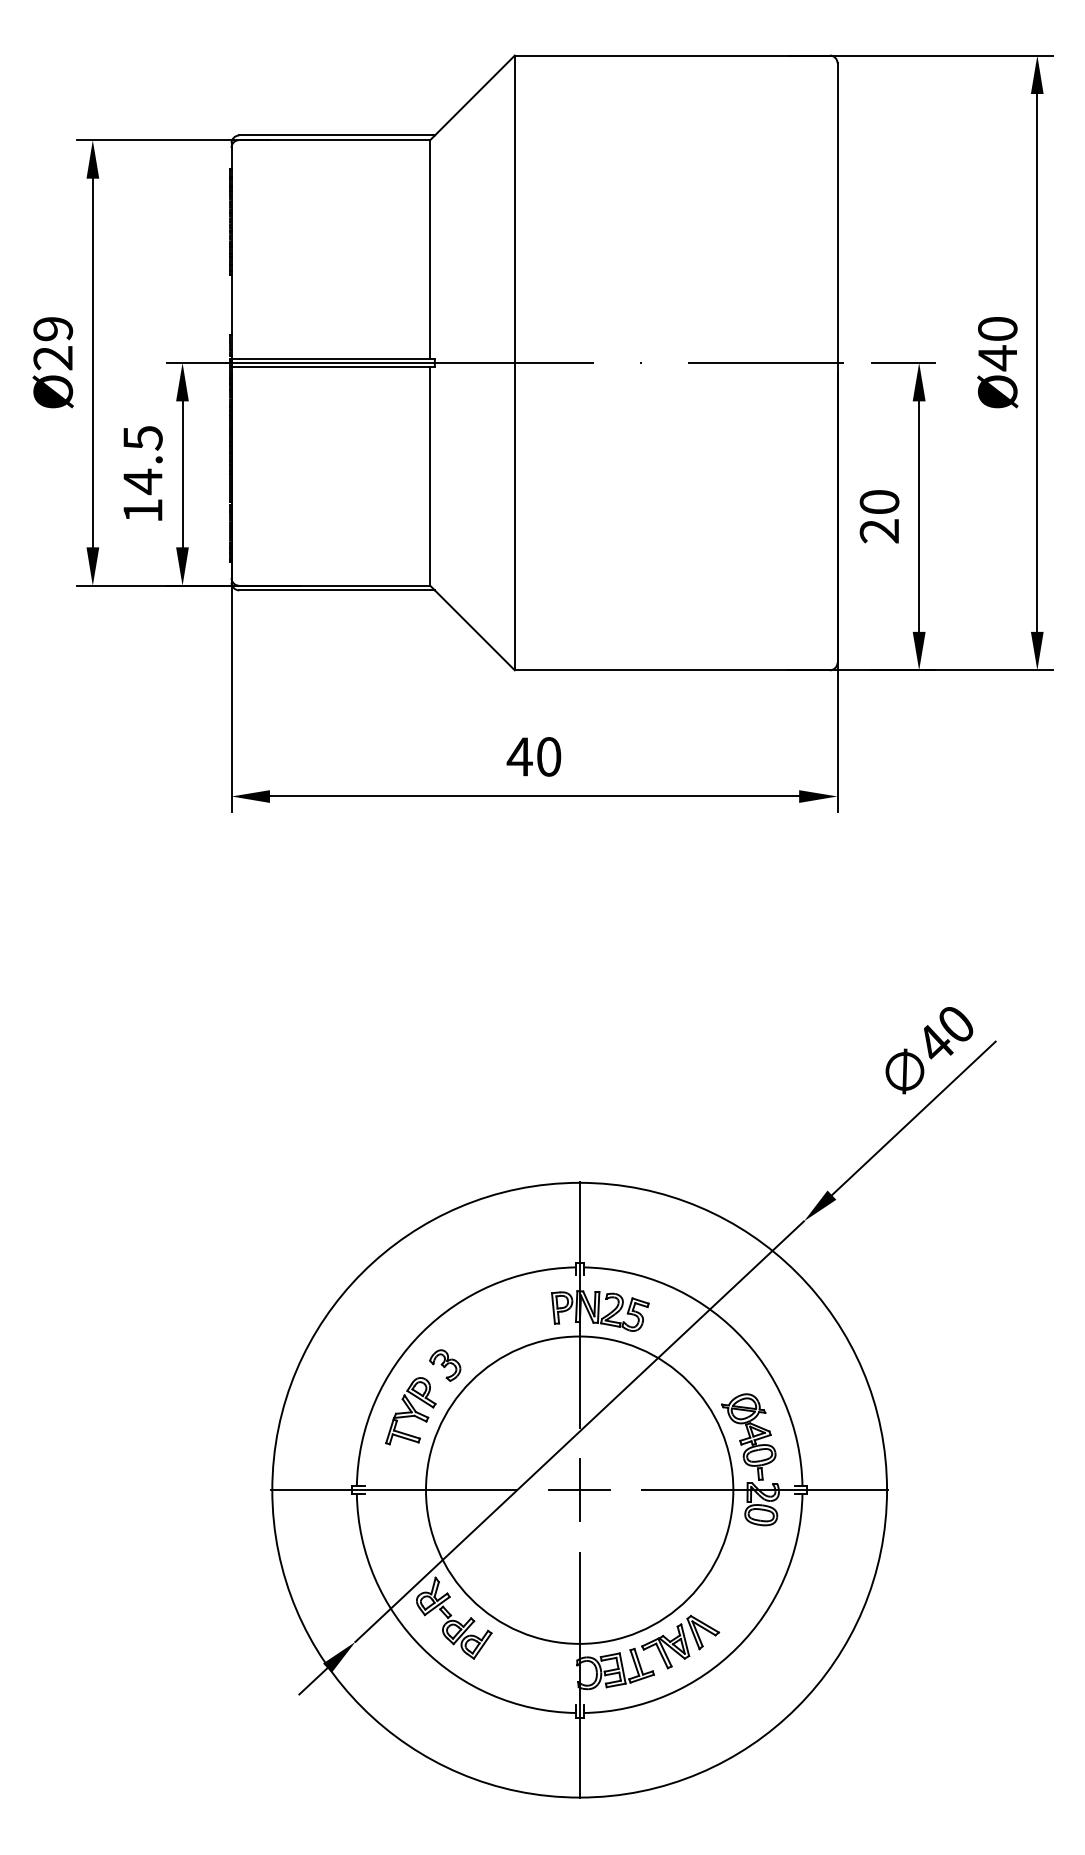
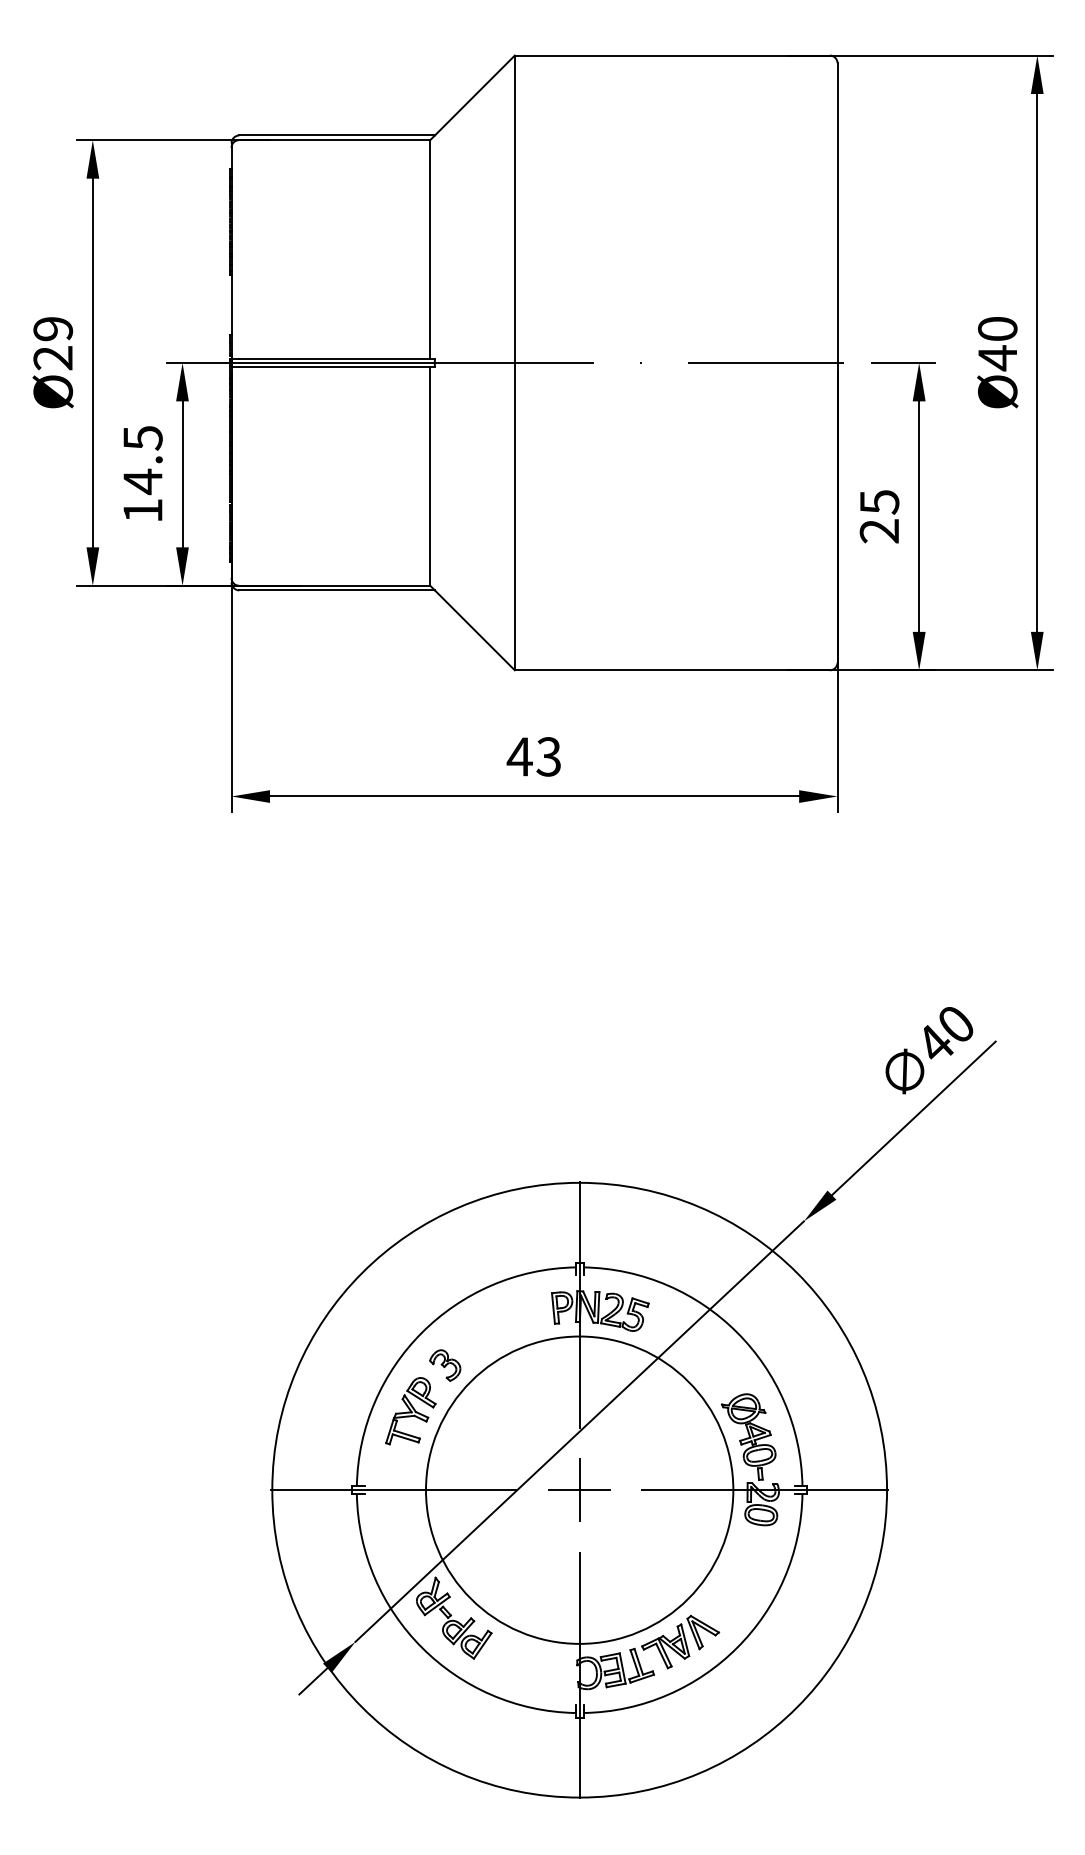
text at (879, 502): 20 -> 25
text at (548, 756): 40 -> 43
